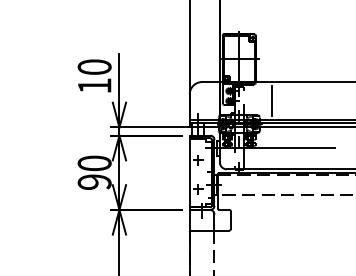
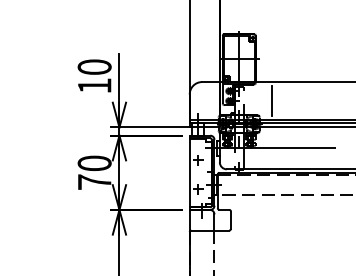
text at (94, 181): 90 -> 70
